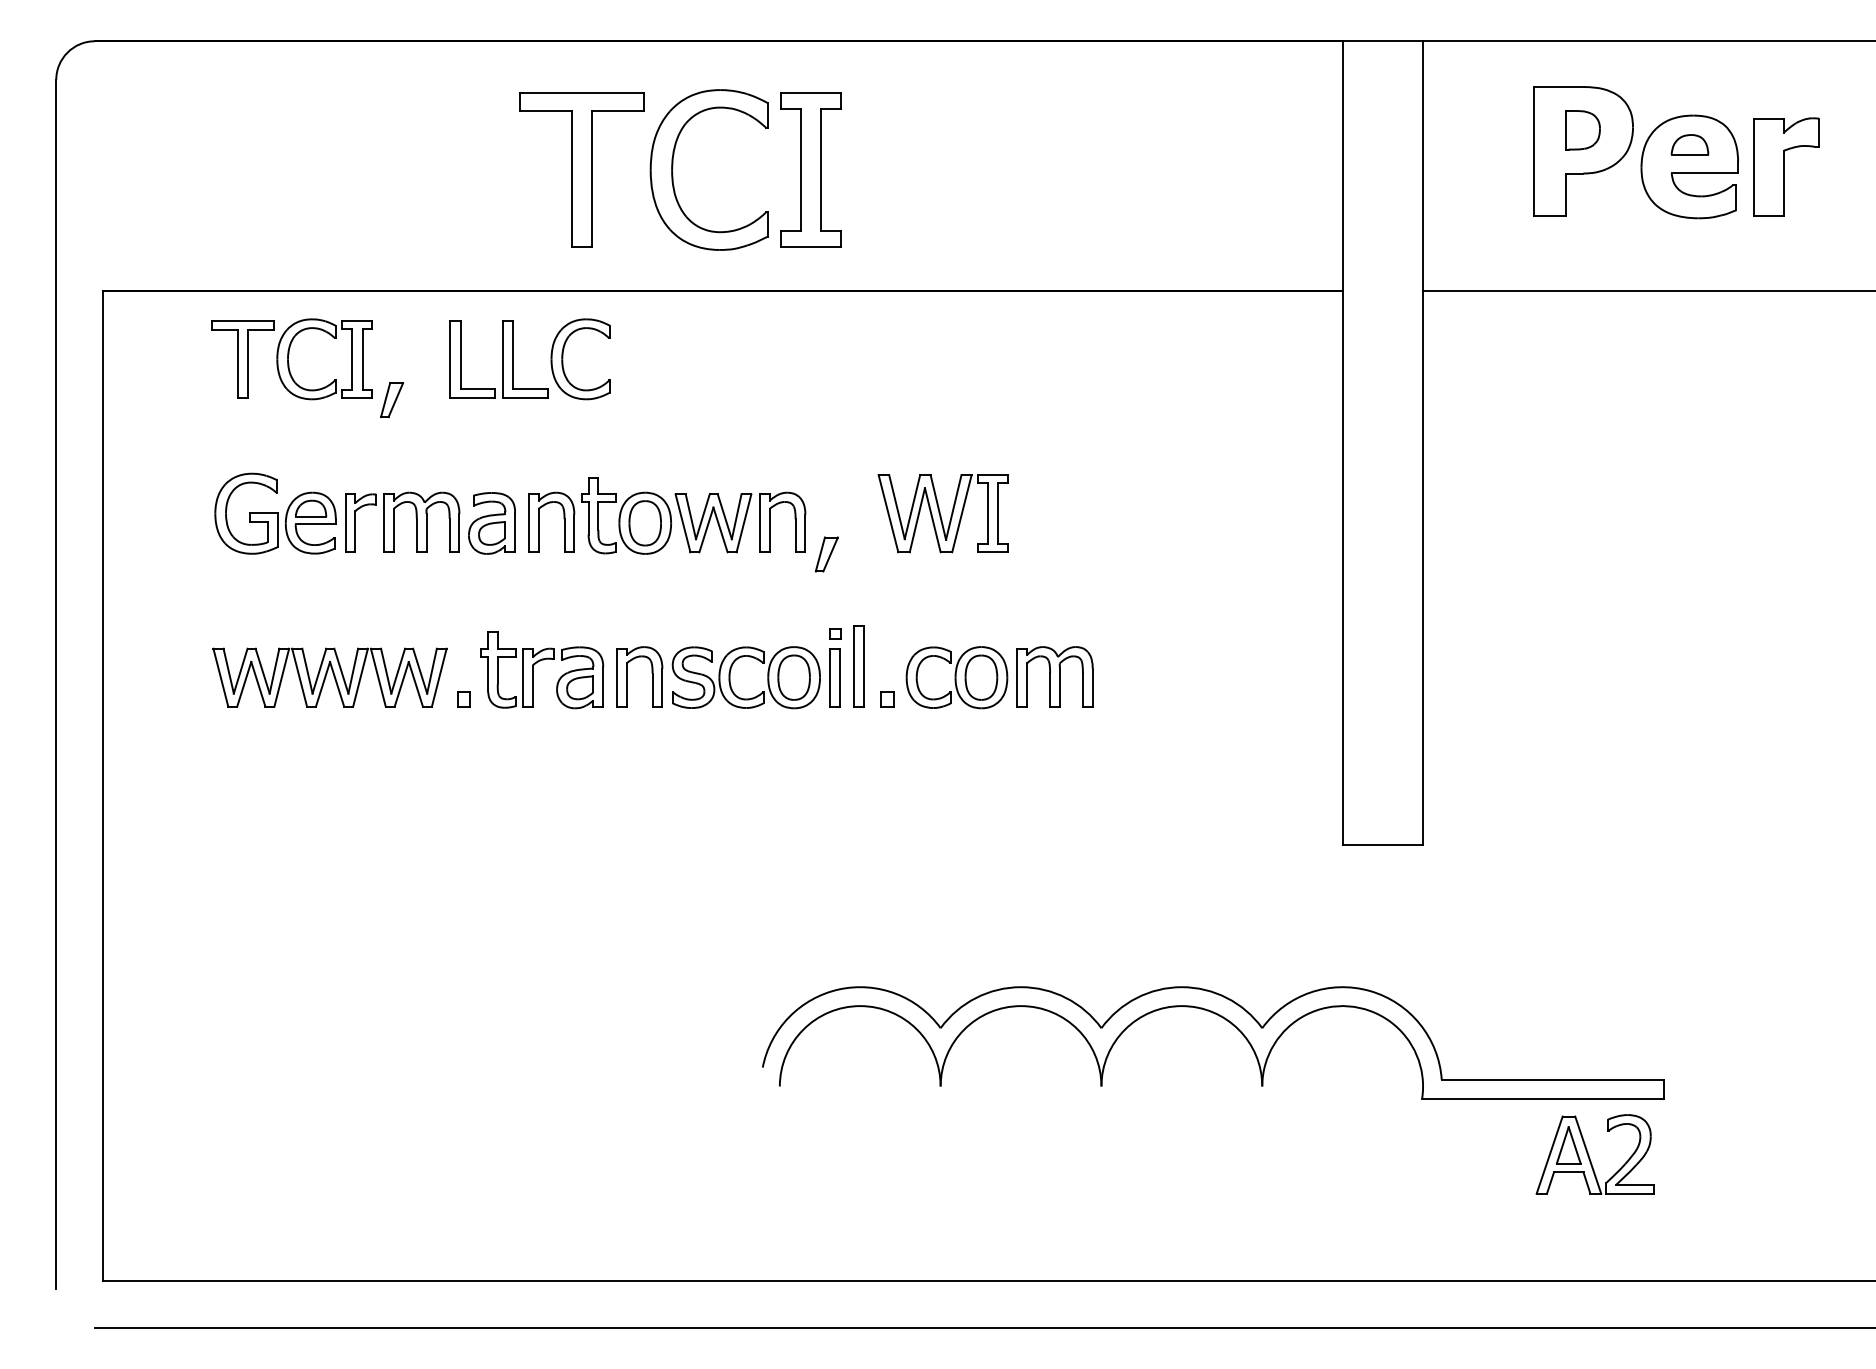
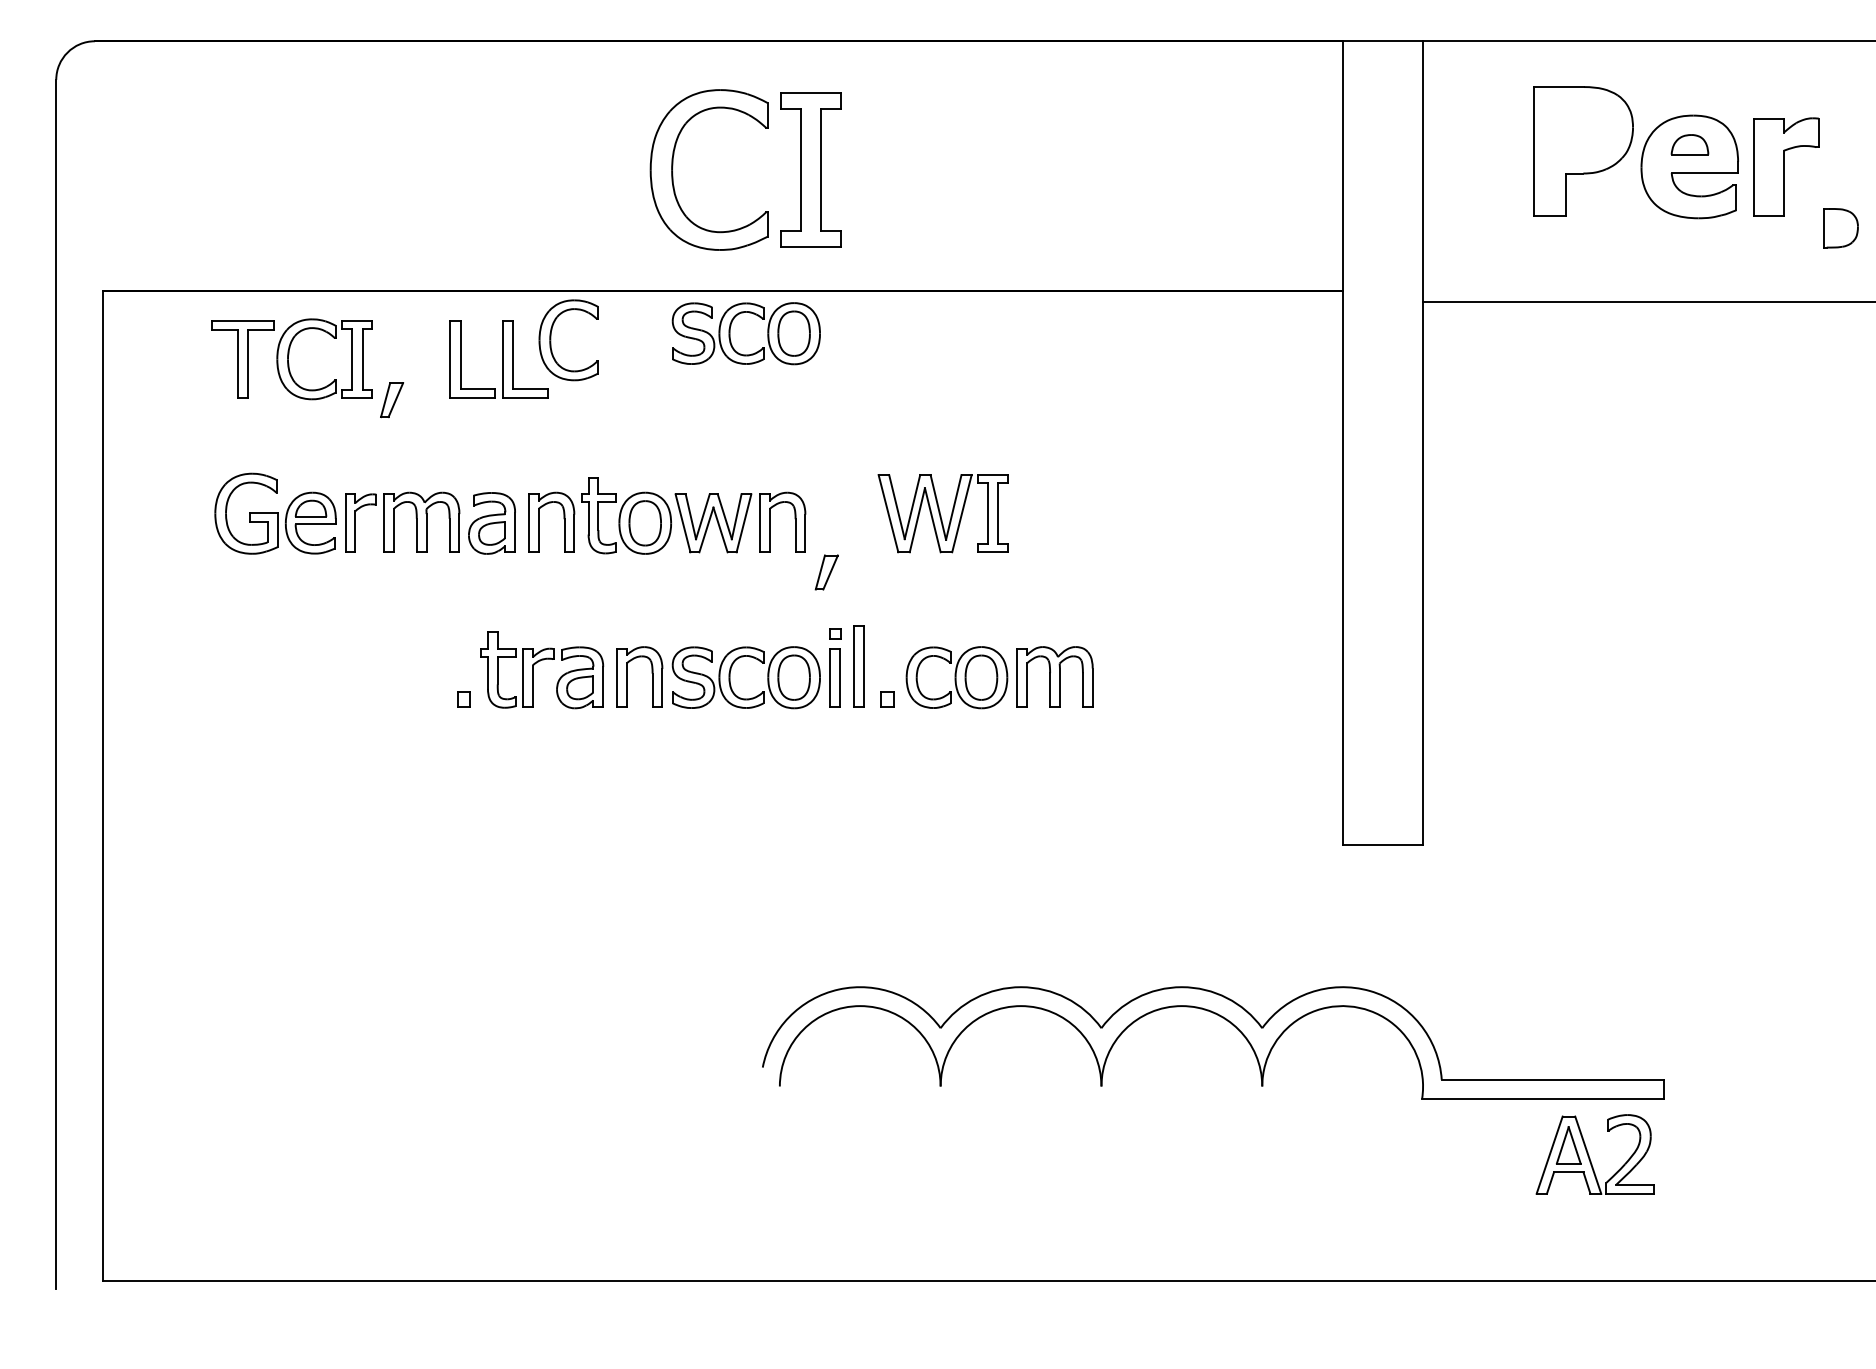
part at (1582, 130) position: (1582, 130) -> (1840, 228)
part at (581, 169): present -> none
line at (1647, 290) position: (1647, 290) -> (1647, 301)
part at (730, 333): none -> present
part at (563, 359) position: (563, 359) -> (551, 340)
part at (826, 554) position: (826, 554) -> (826, 572)
part at (329, 677): present -> none
line at (983, 1327): present -> none
